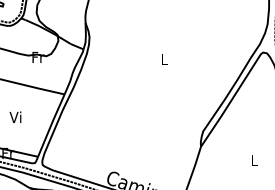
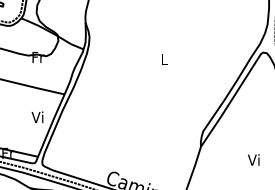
text at (15, 116) position: (15, 116) -> (37, 116)
text at (253, 159): L -> Vi
